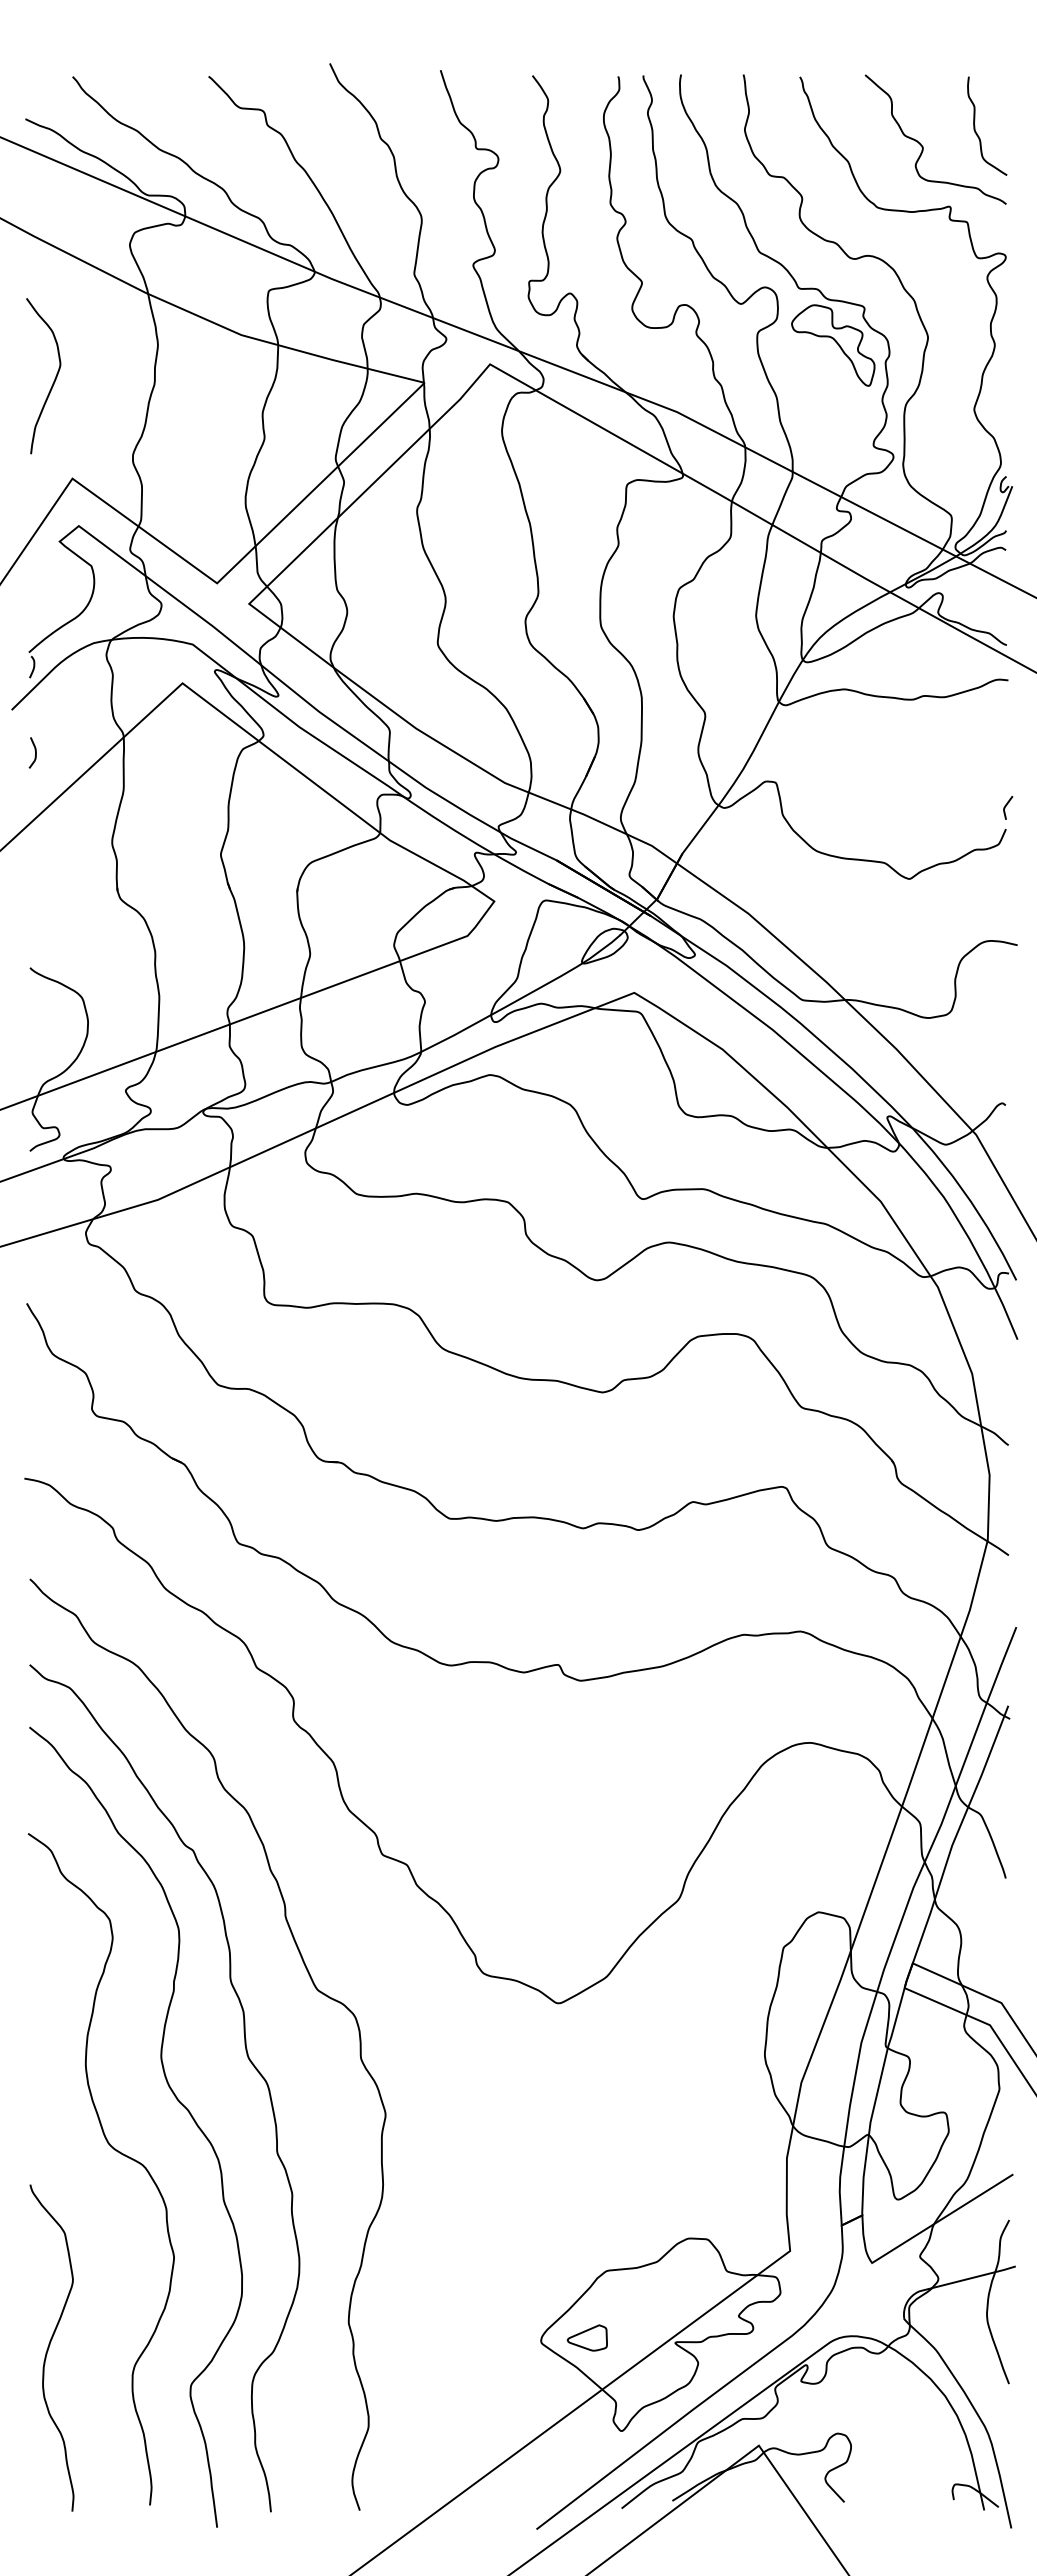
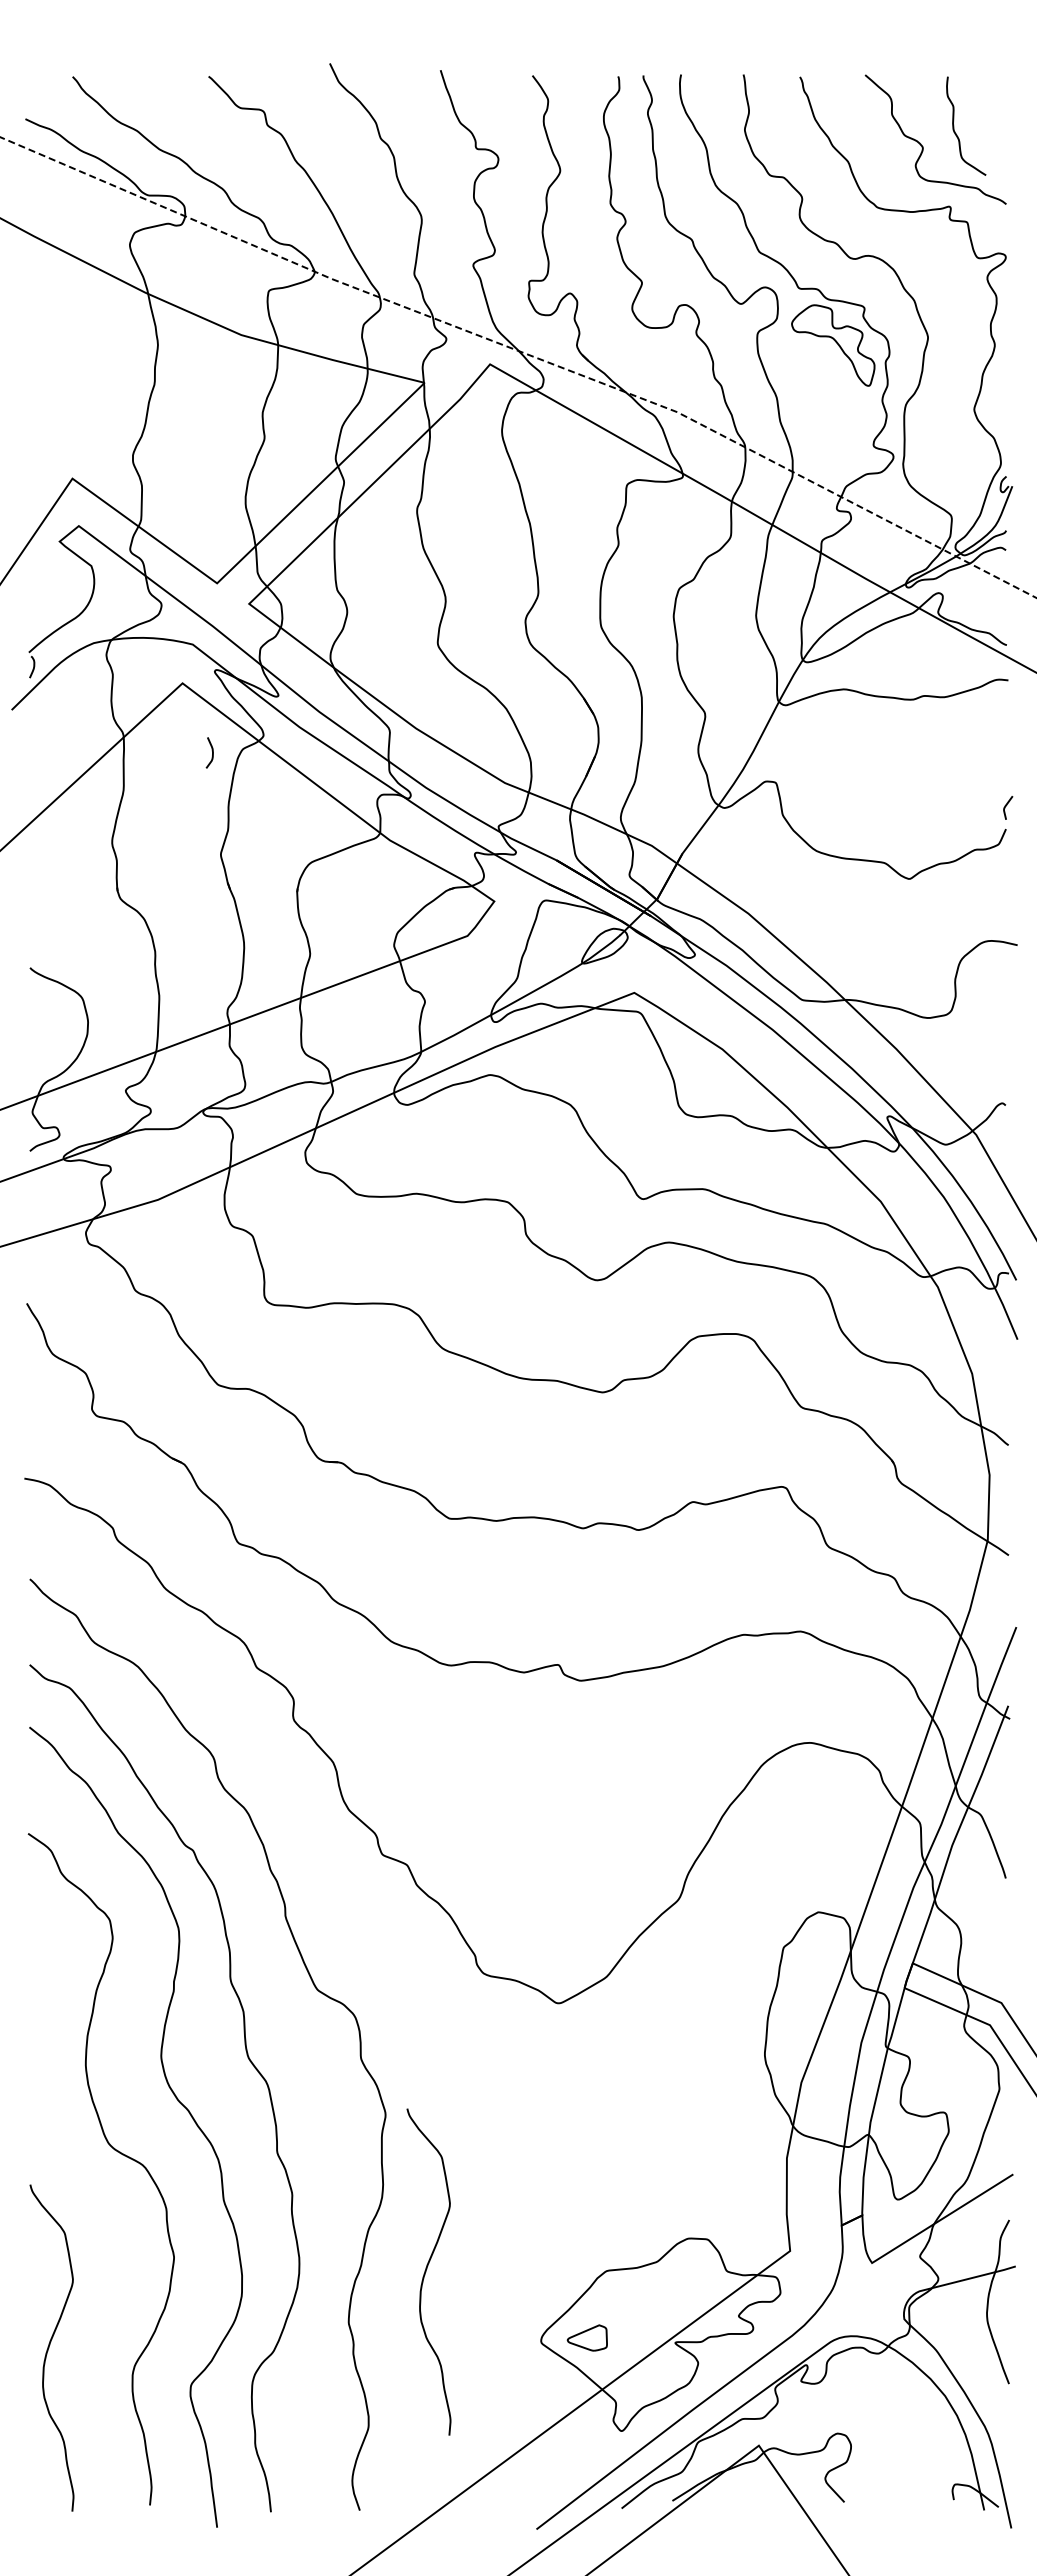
curve at (975, 125) position: (975, 125) -> (954, 125)
line at (525, 353): solid -> dashed
curve at (54, 378): present -> none
curve at (34, 750) position: (34, 750) -> (211, 750)
curve at (426, 2271): none -> present
